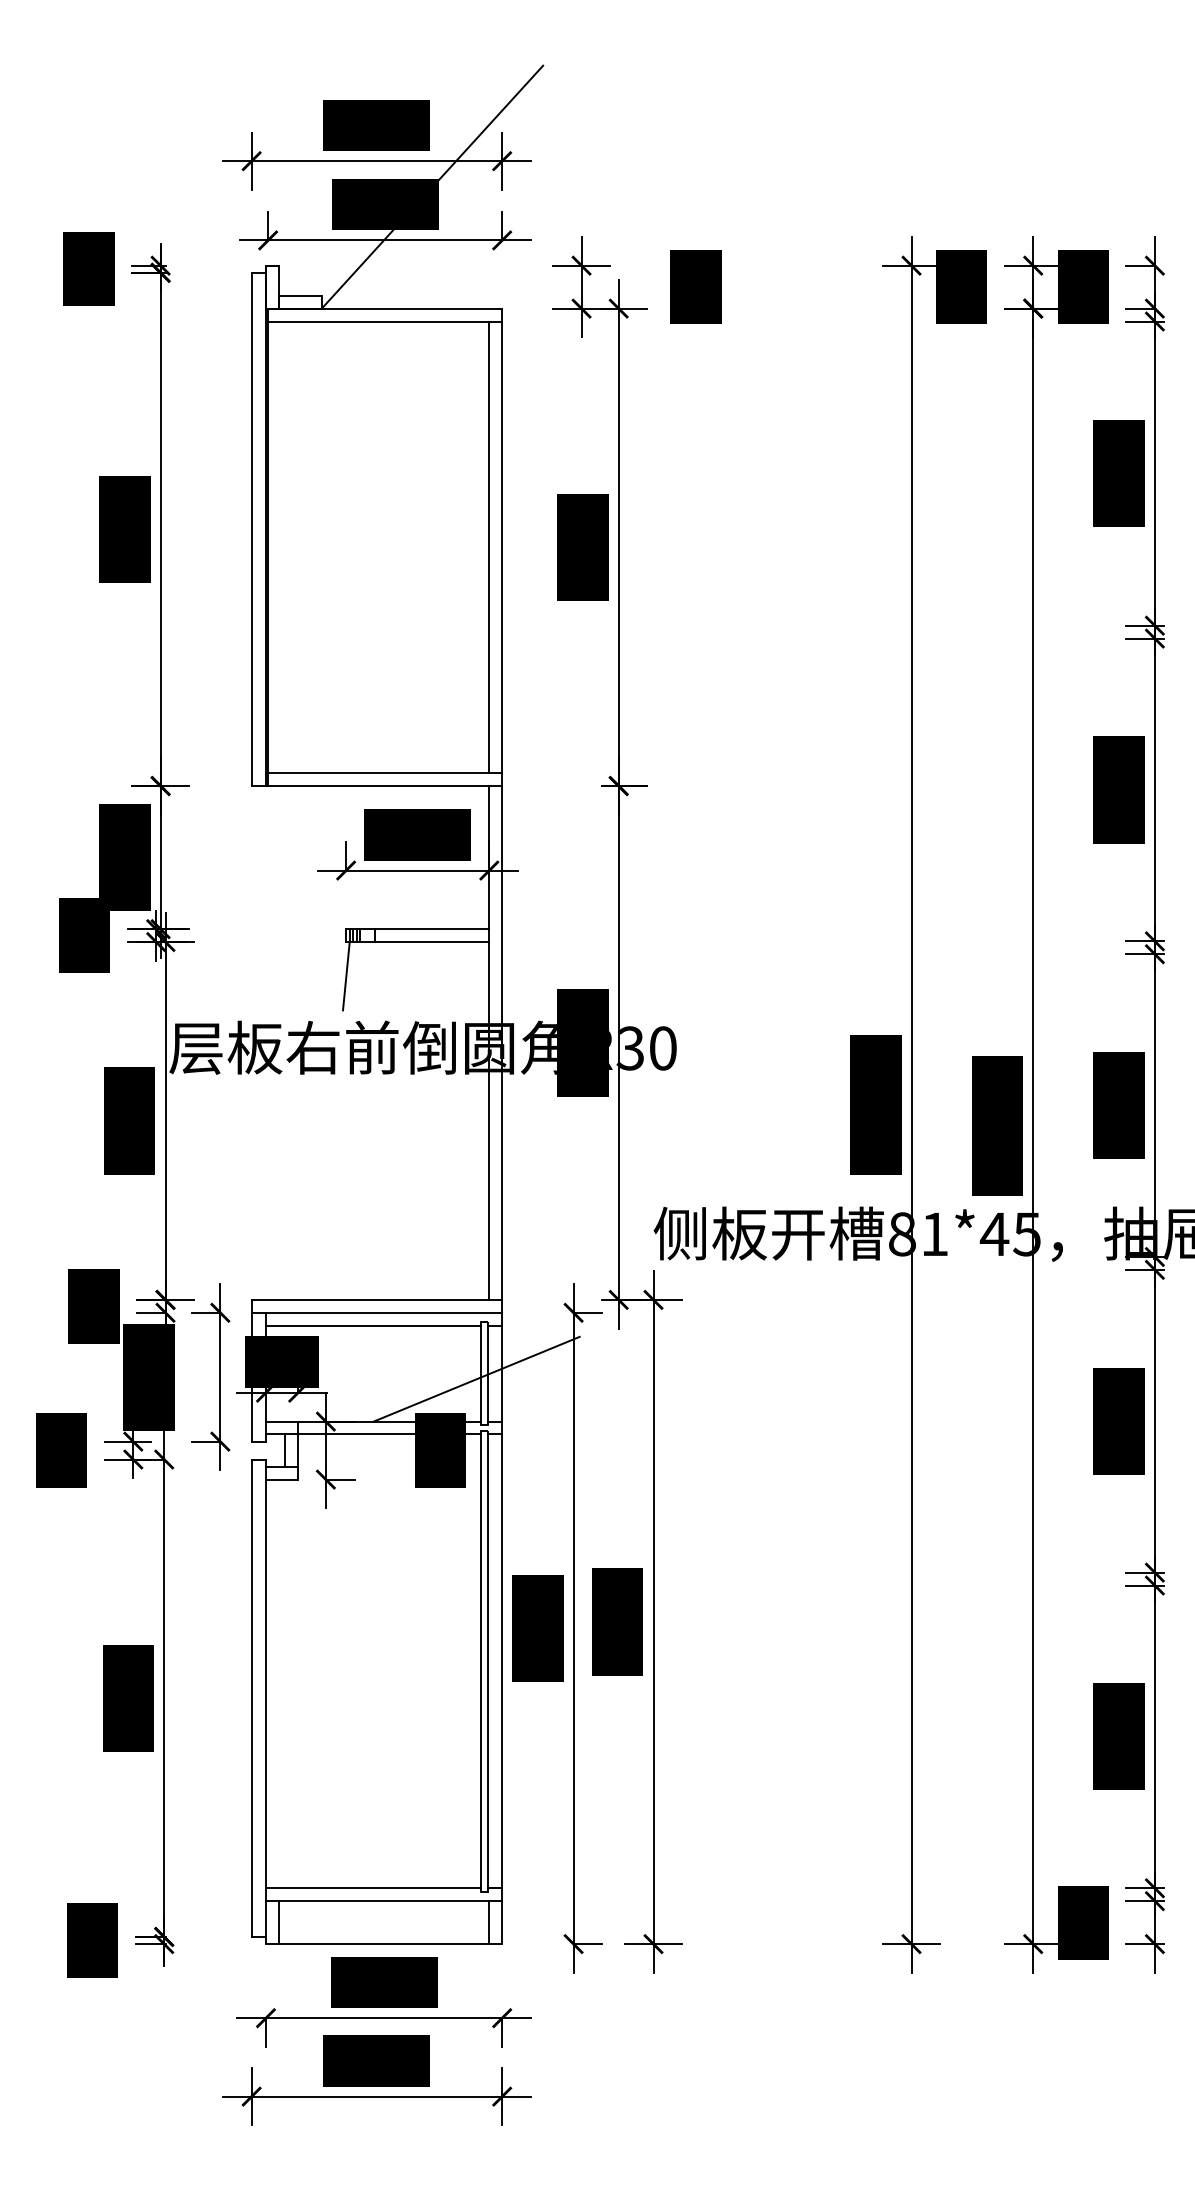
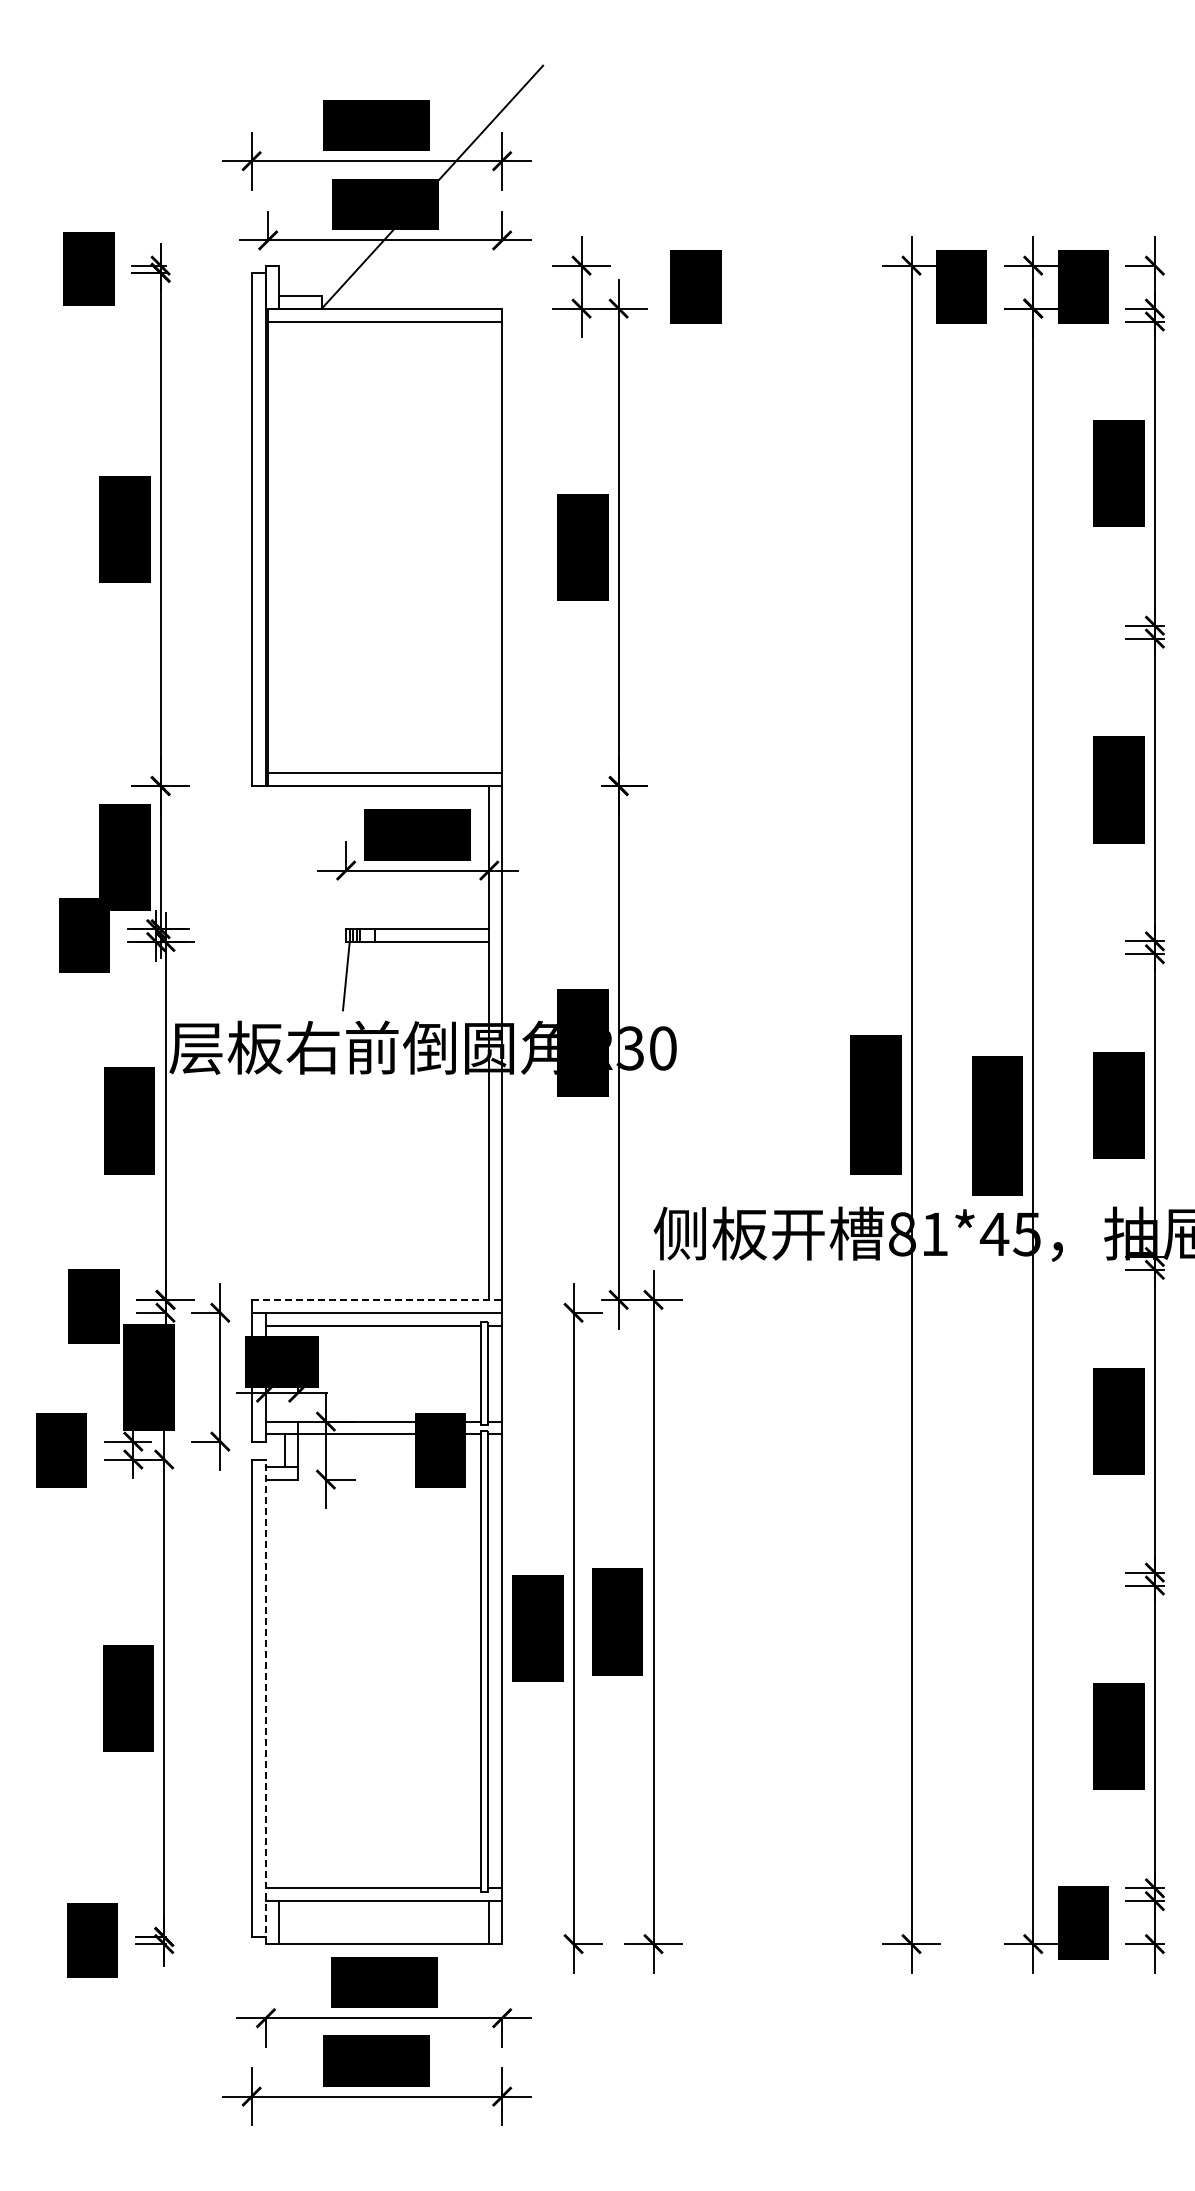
line at (489, 547): present -> none
line at (377, 1299): solid -> dashed
line at (476, 1378): present -> none
line at (265, 1701): solid -> dashed
